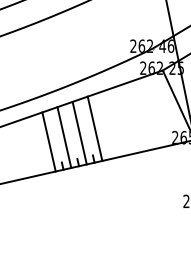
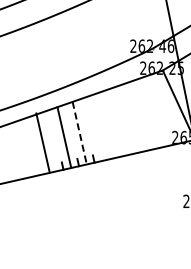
line at (94, 128): present -> none
line at (79, 133): solid -> dashed
line at (48, 141) position: (48, 141) -> (42, 142)
